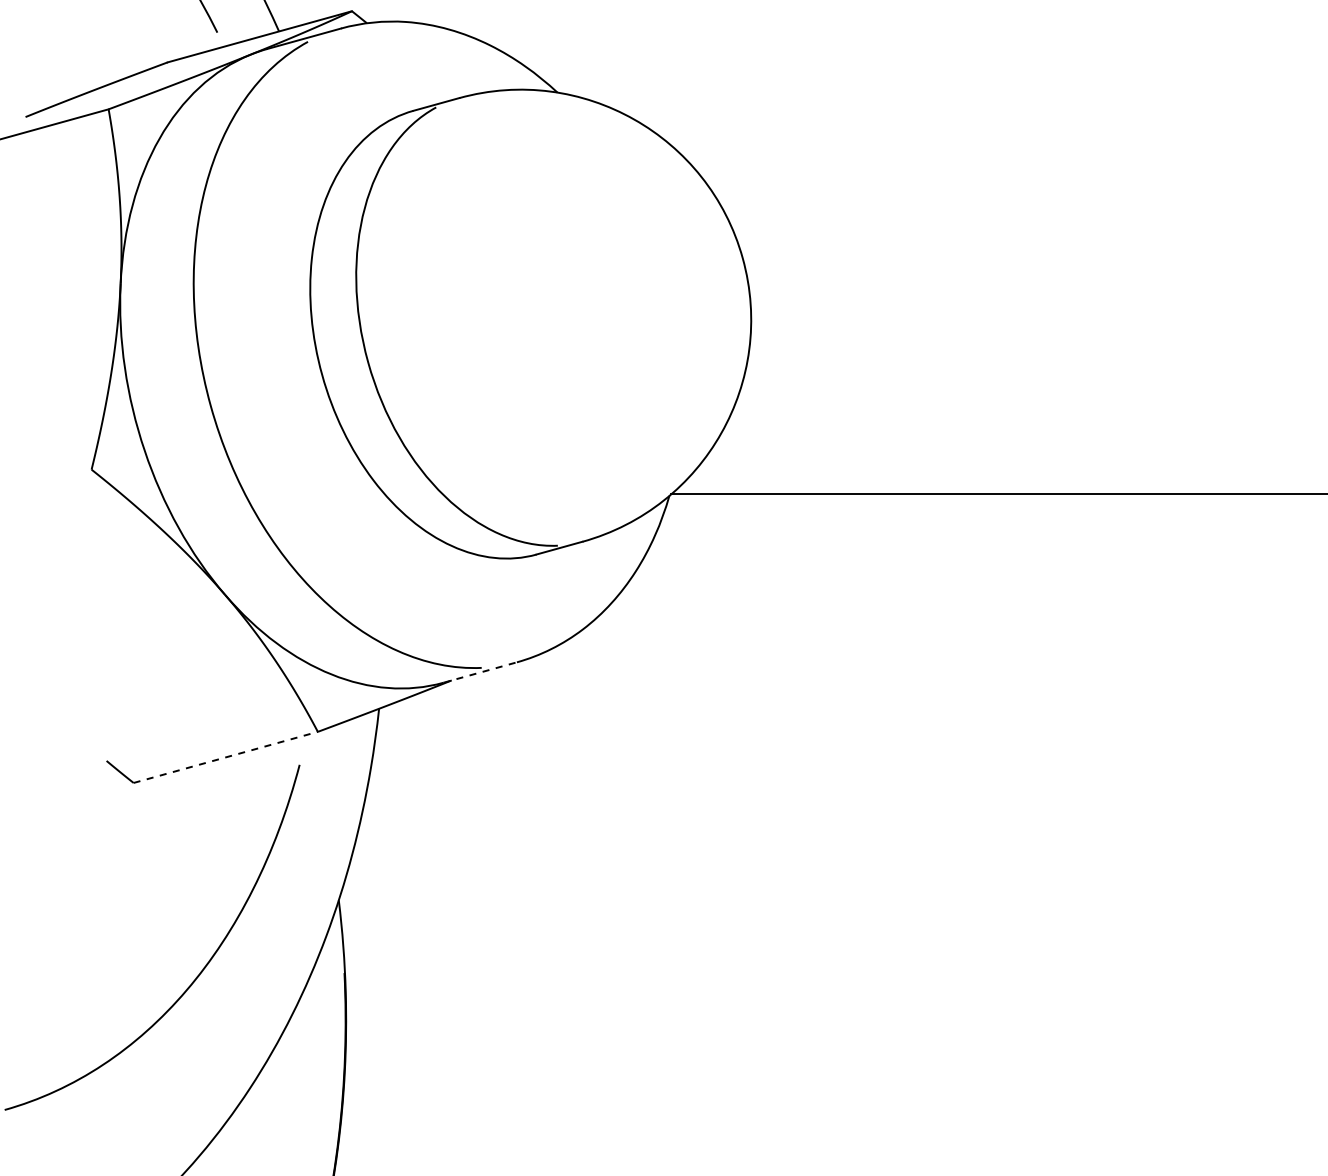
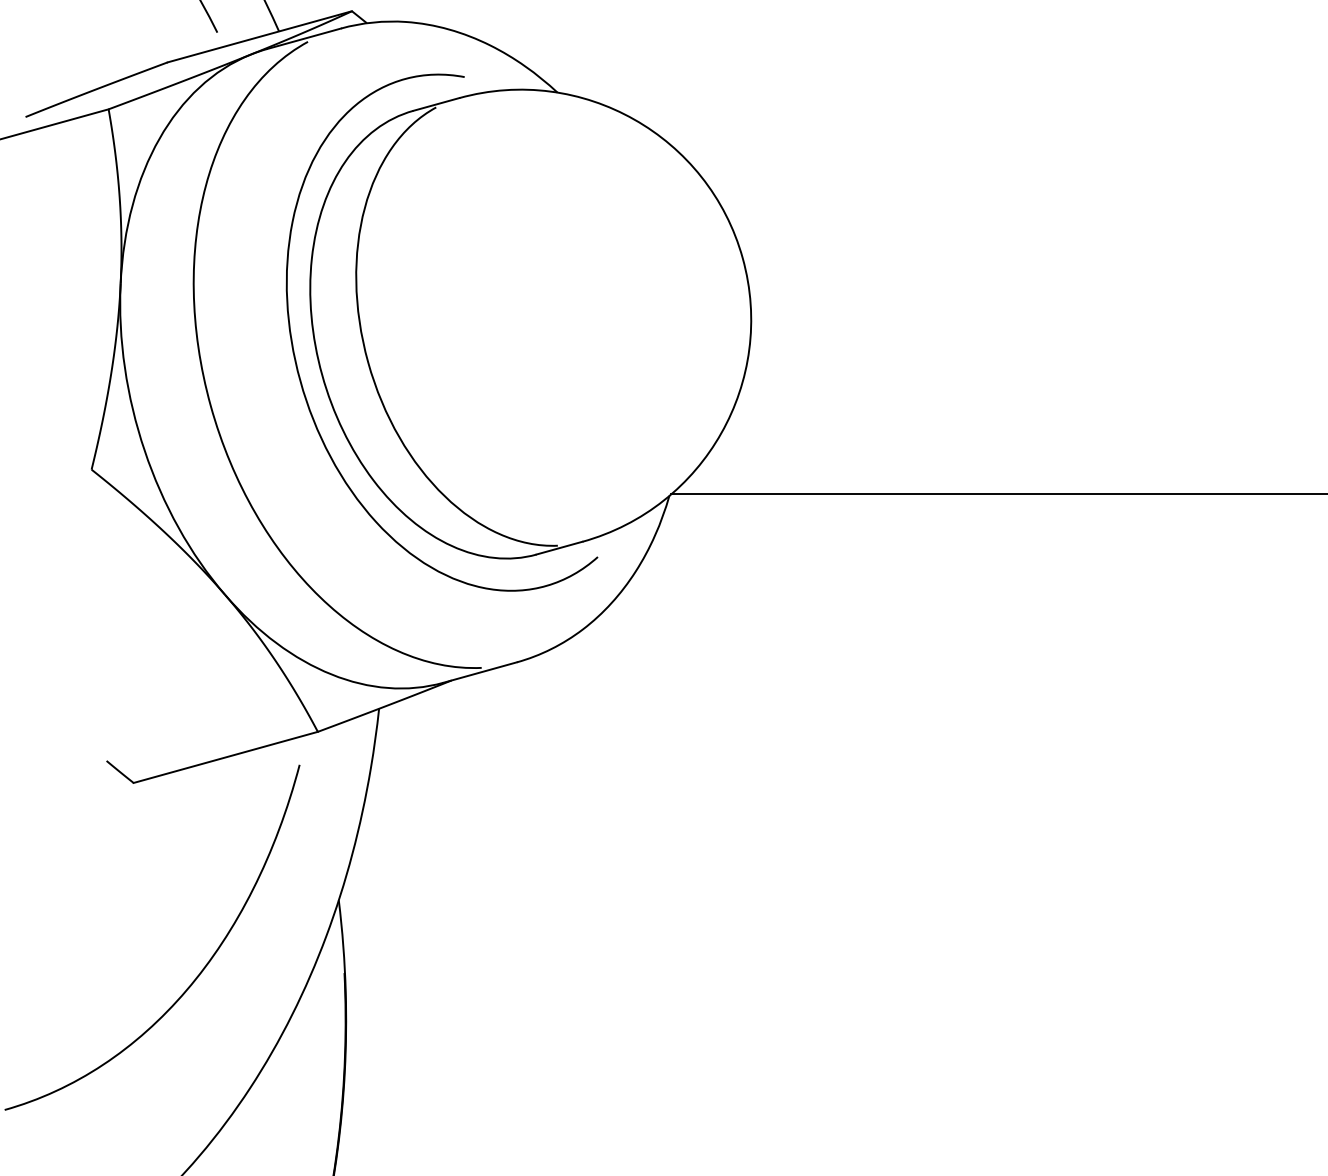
curve at (298, 368): none -> present
line at (480, 672): dashed -> solid
line at (225, 757): dashed -> solid
